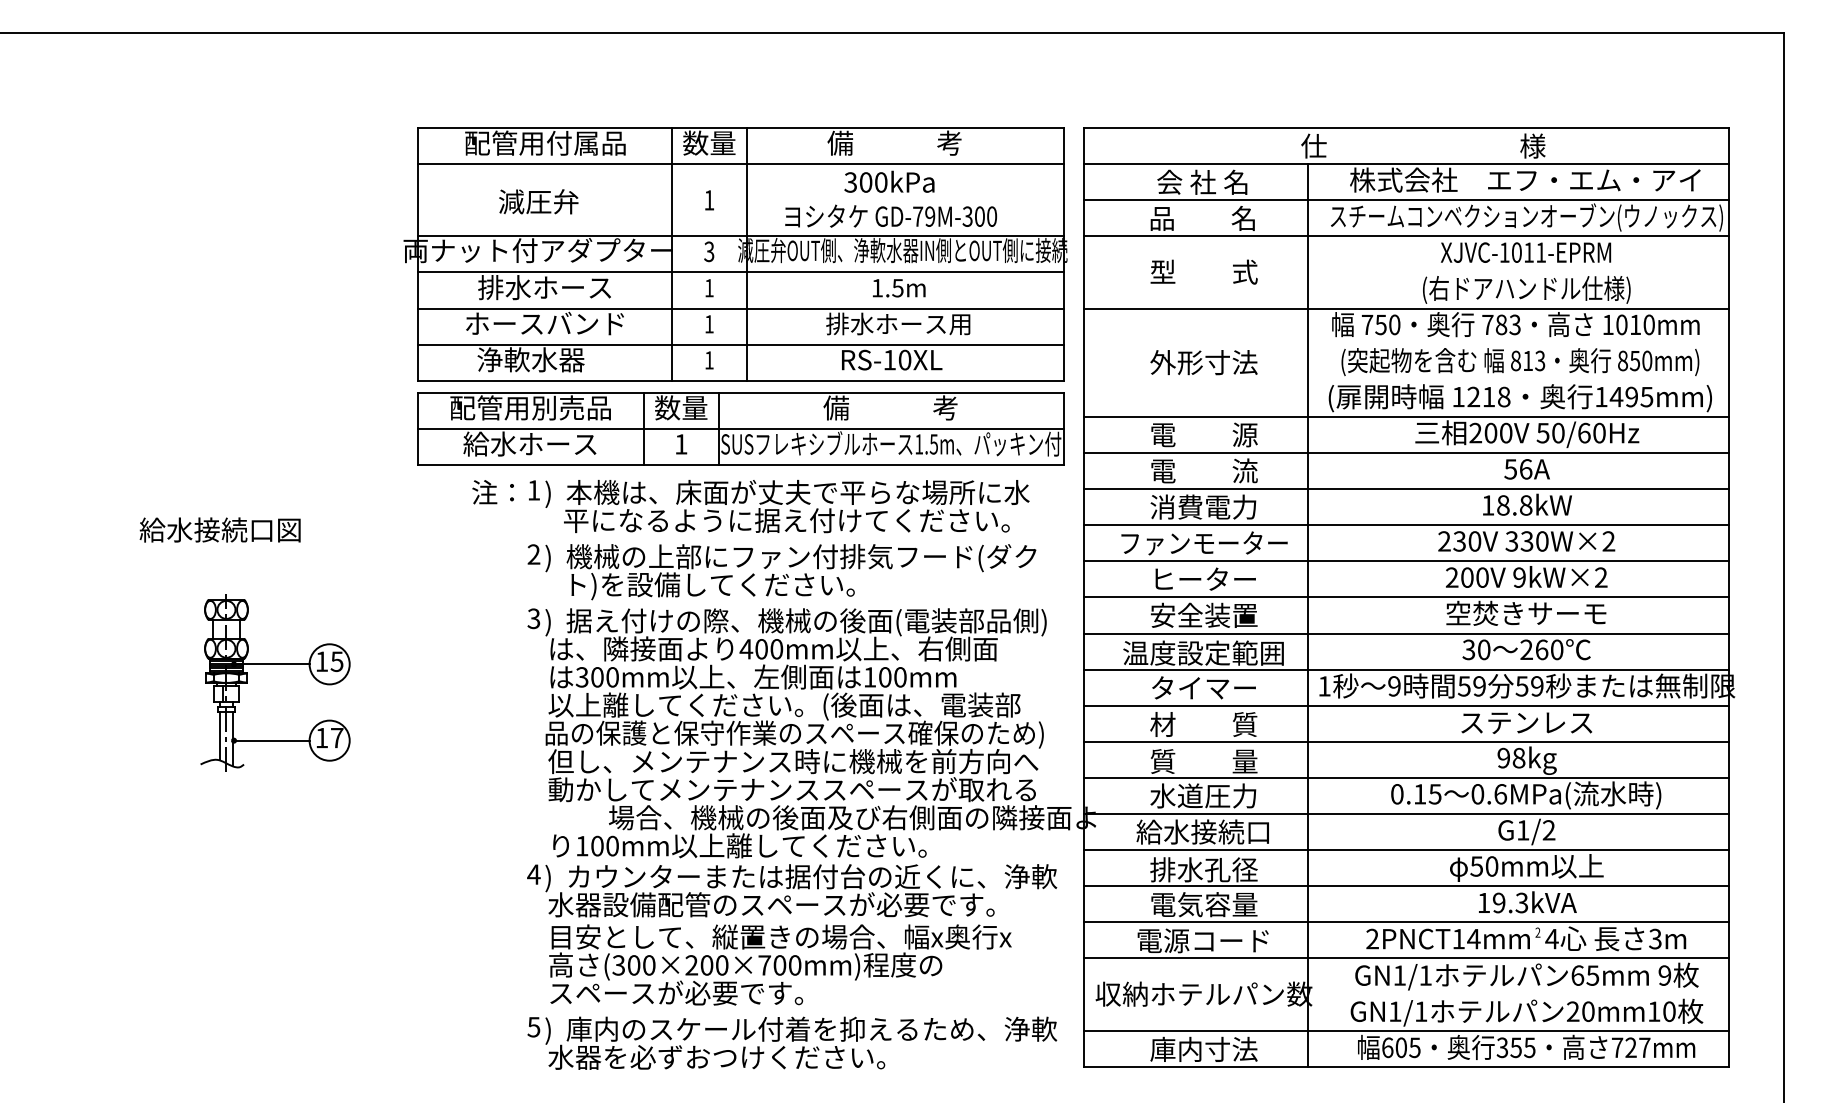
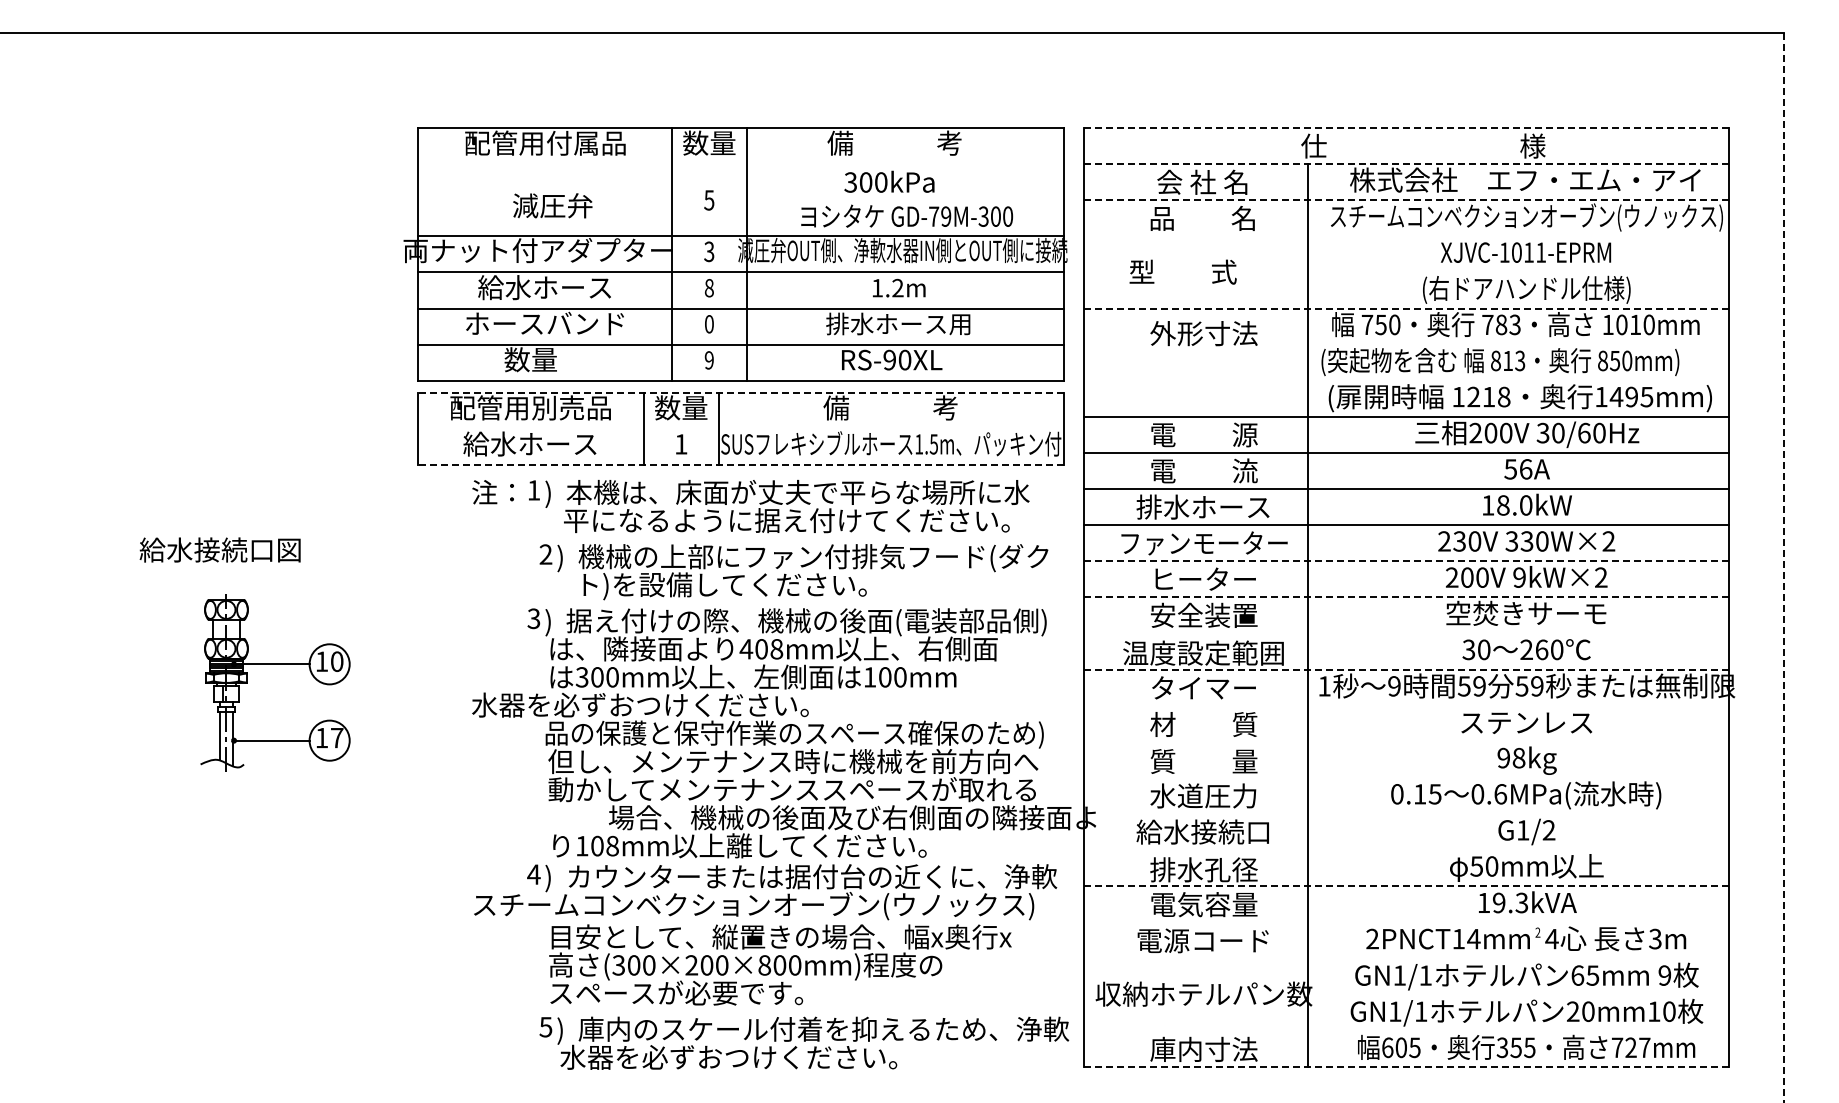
line at (1406, 128): solid -> dashed
line at (740, 164): present -> none
line at (1406, 164): solid -> dashed
text at (709, 200): 1 -> 5
line at (1406, 200): solid -> dashed
text at (538, 201) position: (538, 201) -> (552, 205)
text at (890, 215) position: (890, 215) -> (906, 215)
line at (1406, 236): present -> none
text at (1203, 271) position: (1203, 271) -> (1182, 271)
text at (490, 287): 排水ホース -> 給水ホース
text at (897, 287): 1.5m -> 1.2m
text at (708, 288): 1 -> 8
line at (1406, 308): solid -> dashed
text at (709, 324): 1 -> 0
text at (530, 359): 浄軟水器 -> 数量
text at (889, 359): RS-10XL -> RS-90XL
text at (708, 360): 1 -> 9
text at (1520, 361) position: (1520, 361) -> (1500, 361)
text at (1203, 362) position: (1203, 362) -> (1203, 333)
line at (740, 392): solid -> dashed
line at (740, 428): present -> none
text at (1543, 432): 50/60Hz -> 30/60Hz
line at (740, 465): solid -> dashed
text at (1526, 505): 18.8kW -> 18.0kW
text at (1202, 506): 消費電力 -> 排水ホース
text at (219, 529) position: (219, 529) -> (219, 549)
line at (1406, 561): solid -> dashed
line at (1783, 567): solid -> dashed
text at (781, 572) position: (781, 572) -> (793, 572)
line at (1406, 597): solid -> dashed
line at (1406, 633): present -> none
text at (776, 649): 400mm -> 408mm
text at (336, 661): 15 -> 10
line at (1406, 669): solid -> dashed
line at (1406, 705): present -> none
text at (746, 706): 以上離してください。(後面は、電装部 -> 水器を必ずおつけください。
line at (1406, 741): present -> none
line at (1406, 777): present -> none
line at (1406, 814): present -> none
text at (612, 846): 100mm -> 108mm
line at (1406, 850): present -> none
line at (1406, 886): solid -> dashed
text at (754, 905): 水器設備配管のスペースが必要です。 -> スチームコンベクションオーブン(ウノックス)
line at (1406, 922): present -> none
line at (1406, 958): present -> none
text at (764, 965): (300×200×700mm) -> (300×200×800mm)
line at (1406, 1030): present -> none
text at (792, 1042) position: (792, 1042) -> (804, 1042)
line at (1406, 1066): solid -> dashed
